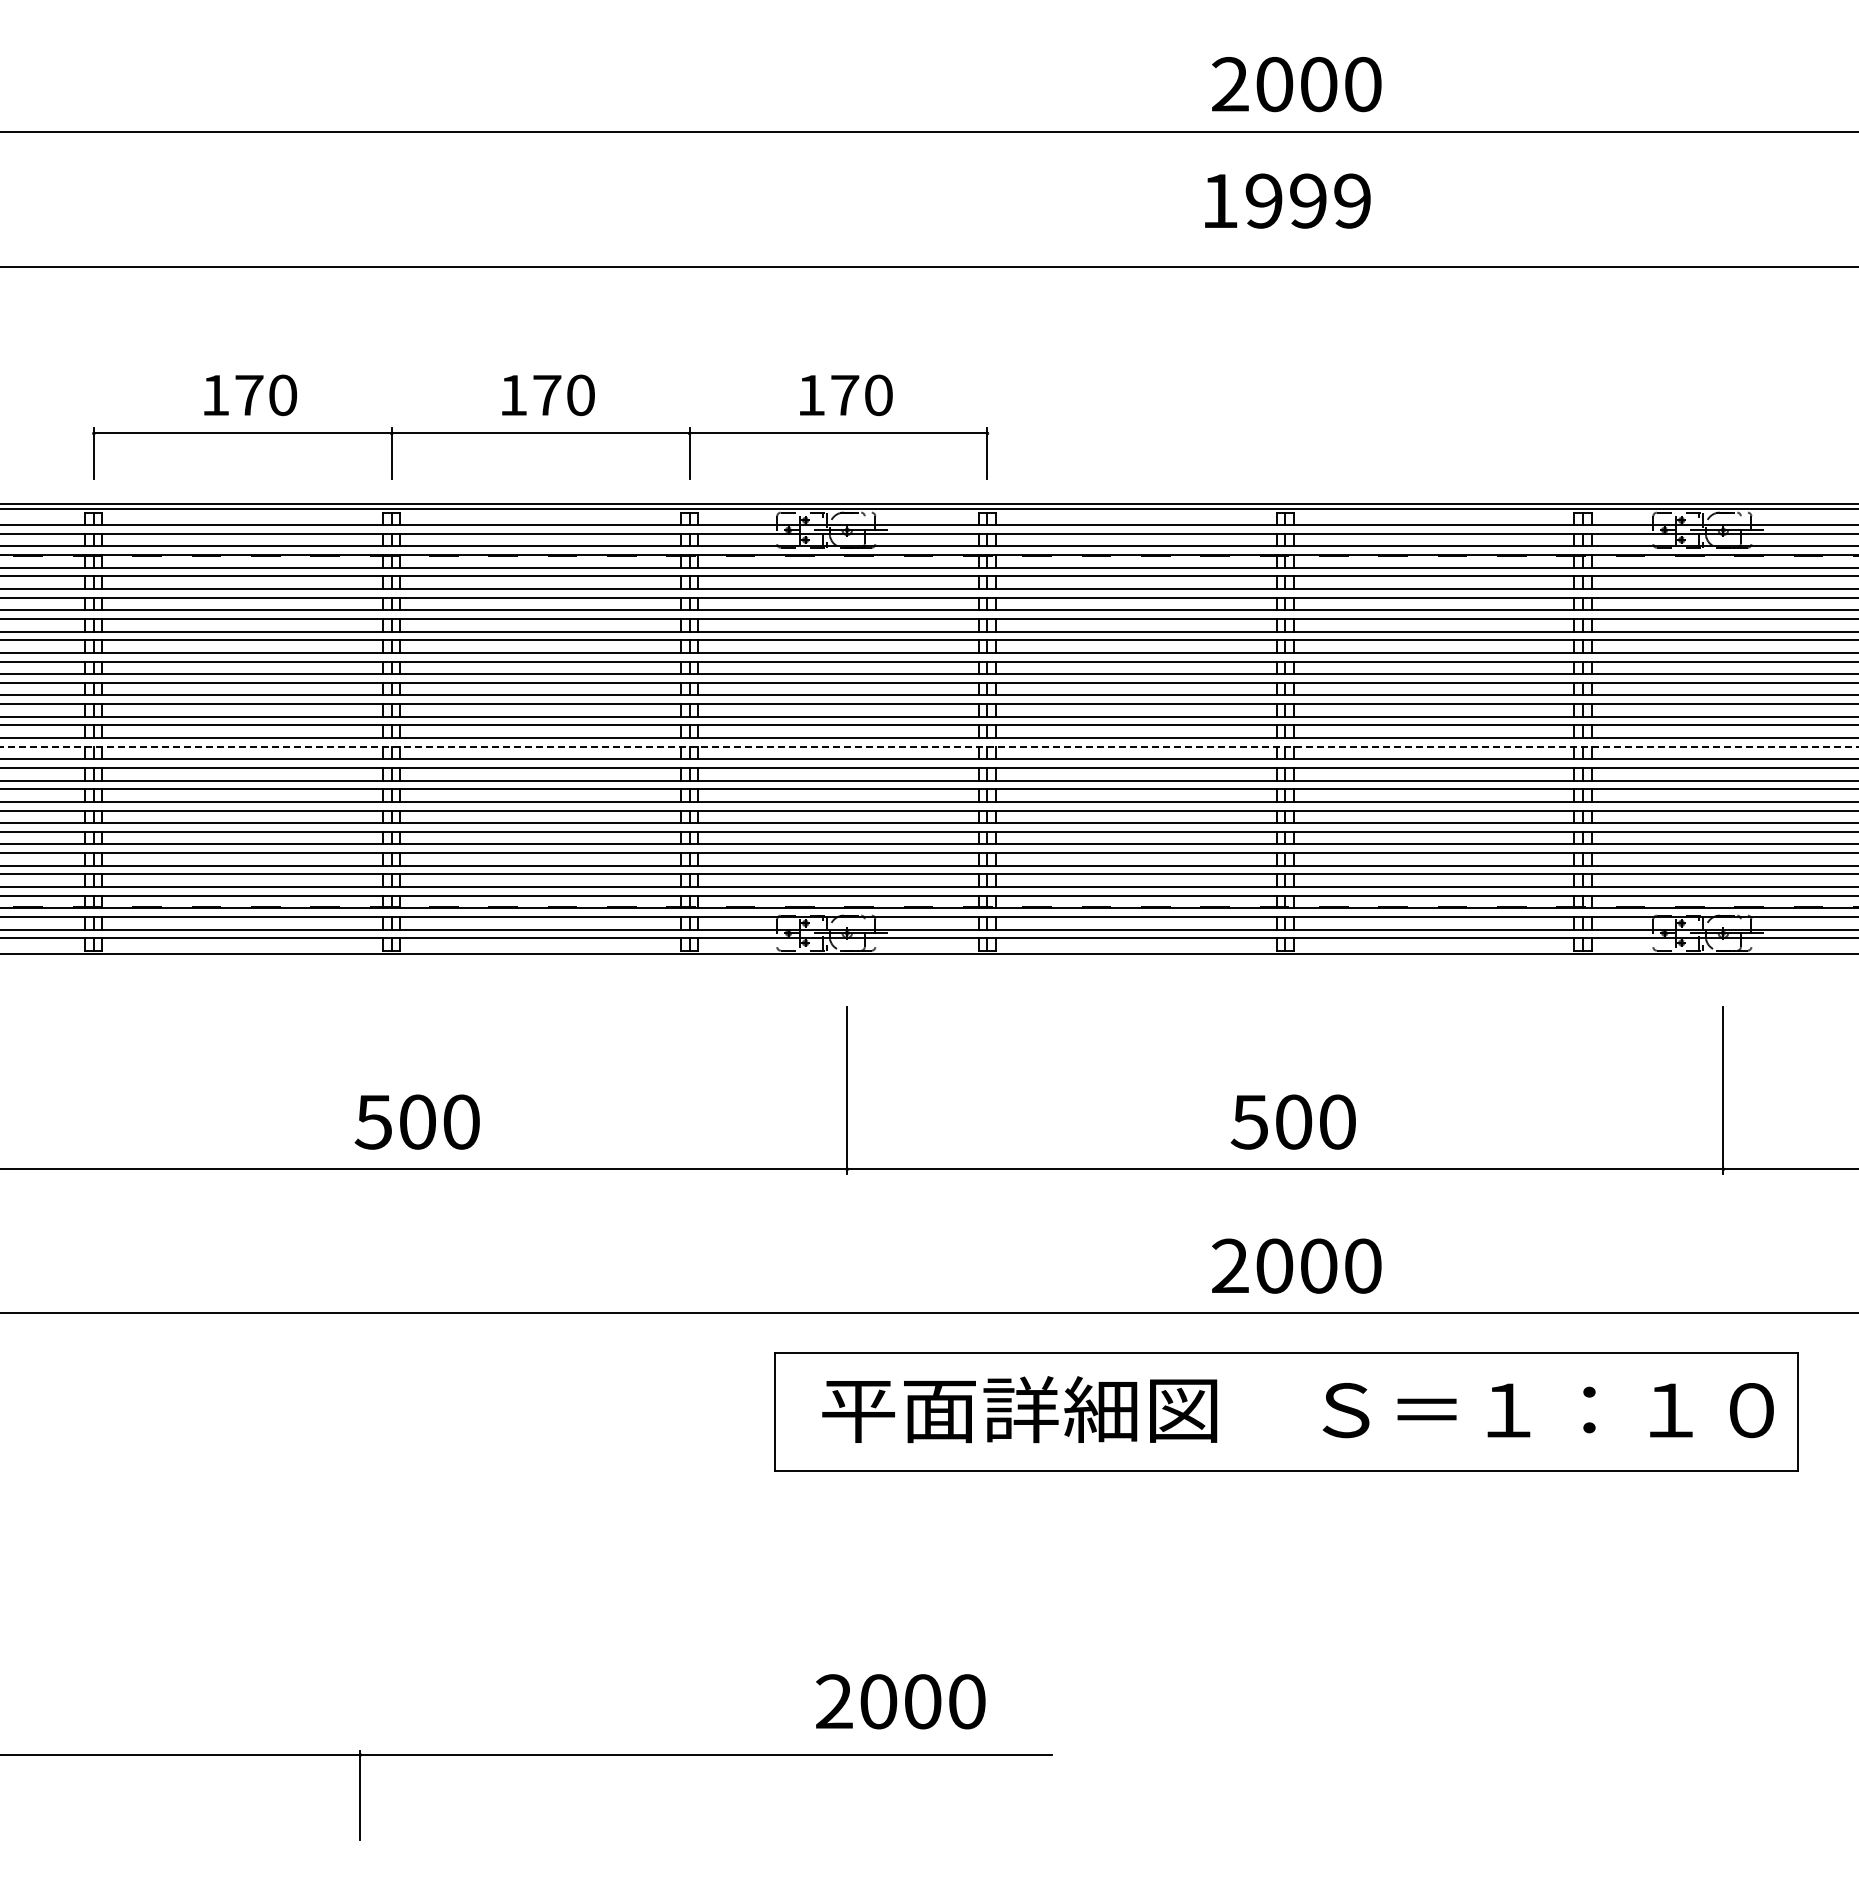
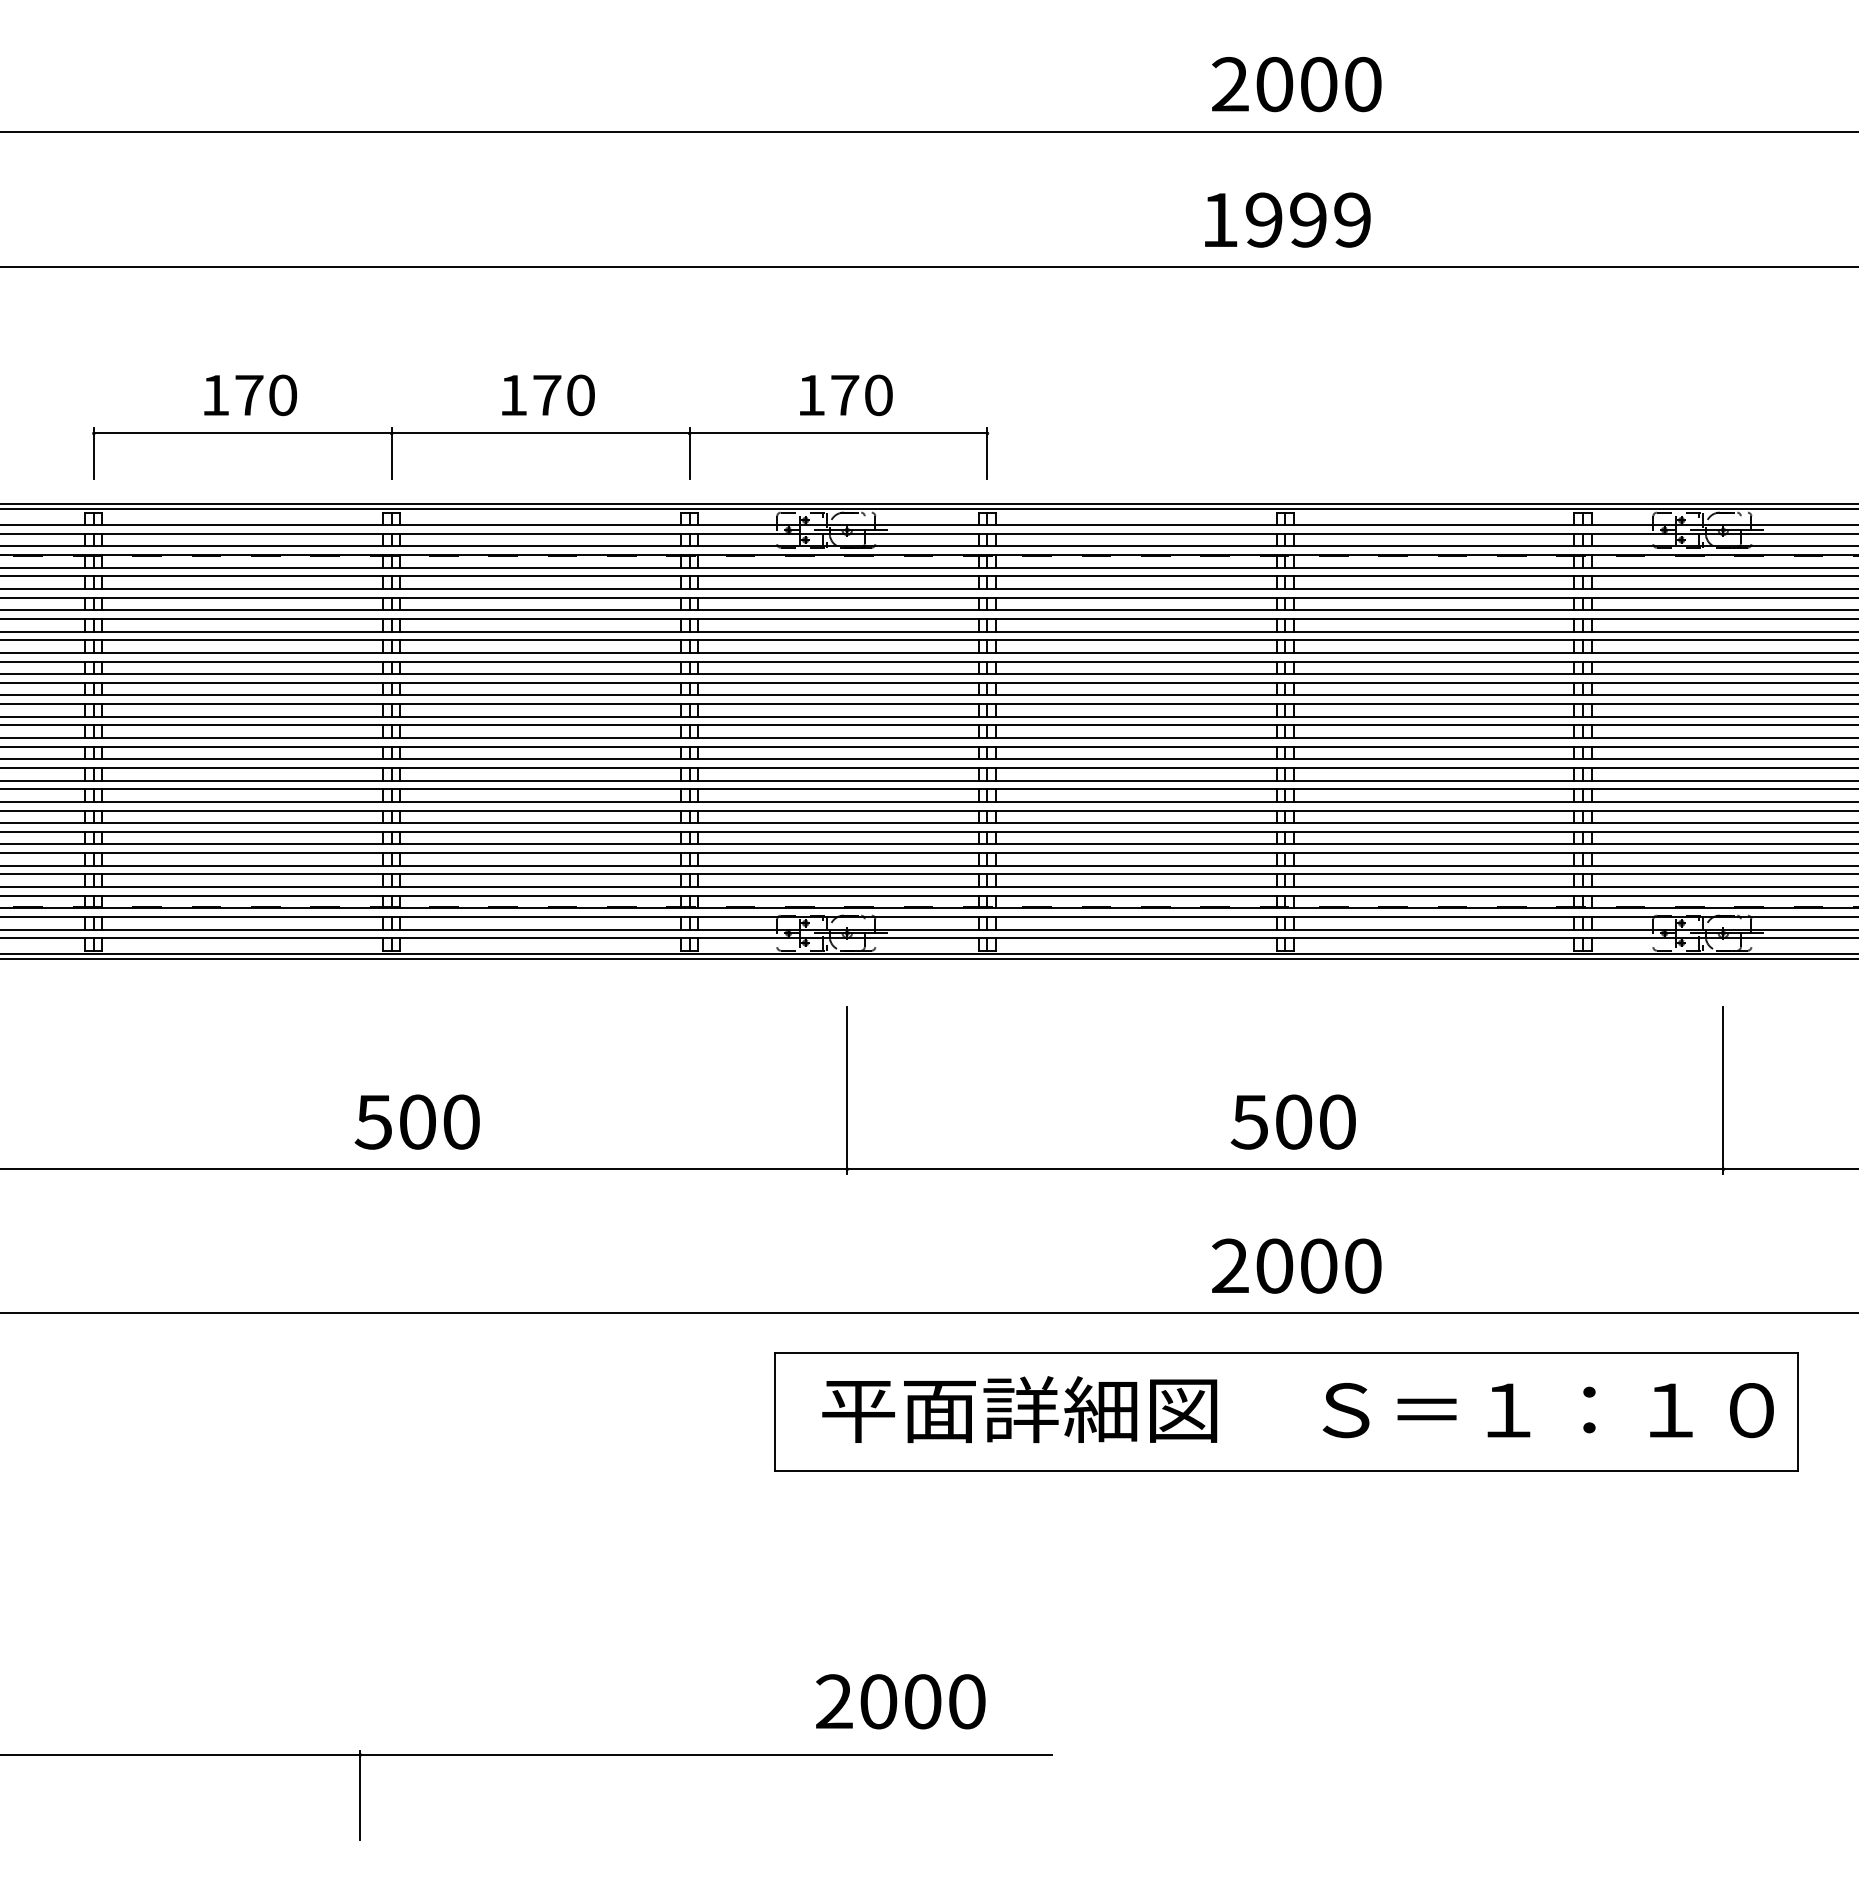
text at (1287, 200) position: (1287, 200) -> (1287, 219)
line at (929, 746): dashed -> solid
line at (928, 959): none -> present
